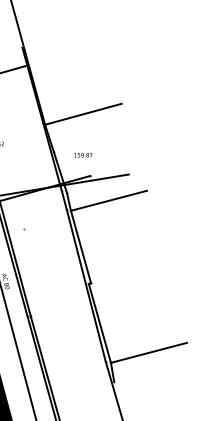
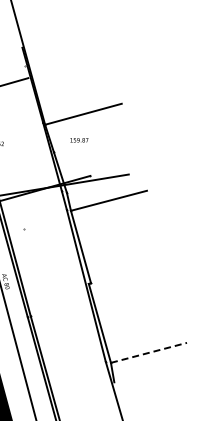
line at (13, 69) position: (13, 69) -> (15, 81)
text at (83, 155) position: (83, 155) -> (79, 140)
line at (149, 352): solid -> dashed
